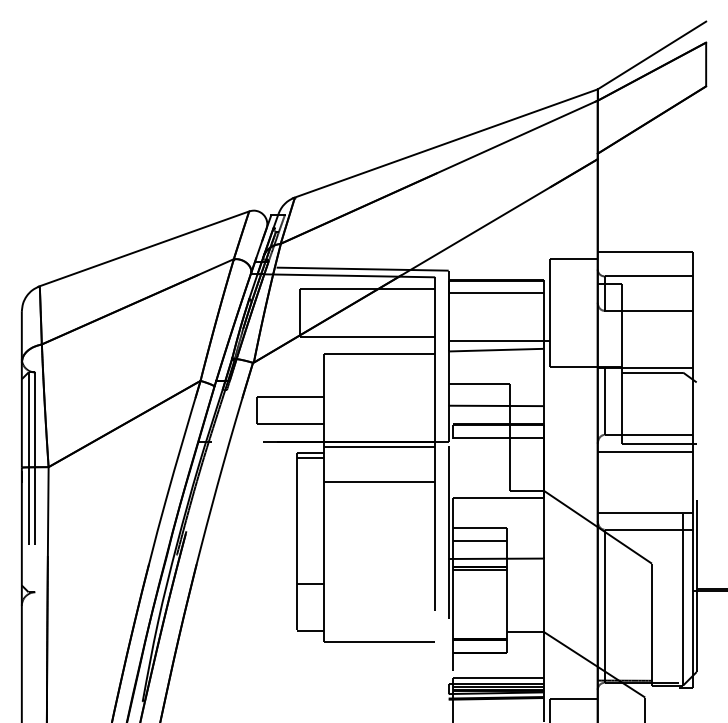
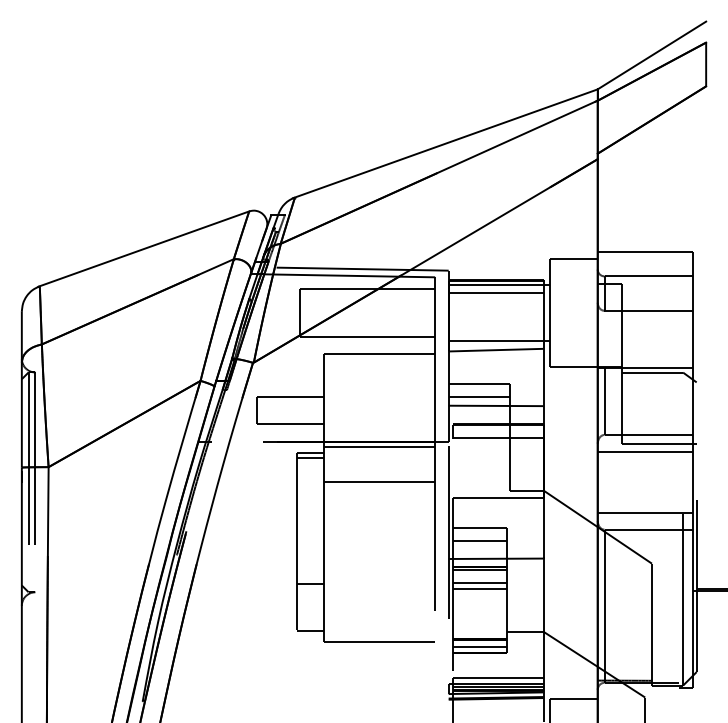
line at (499, 285): none -> present
line at (478, 397): none -> present
line at (479, 583): none -> present
line at (479, 589): none -> present
line at (479, 646): none -> present
